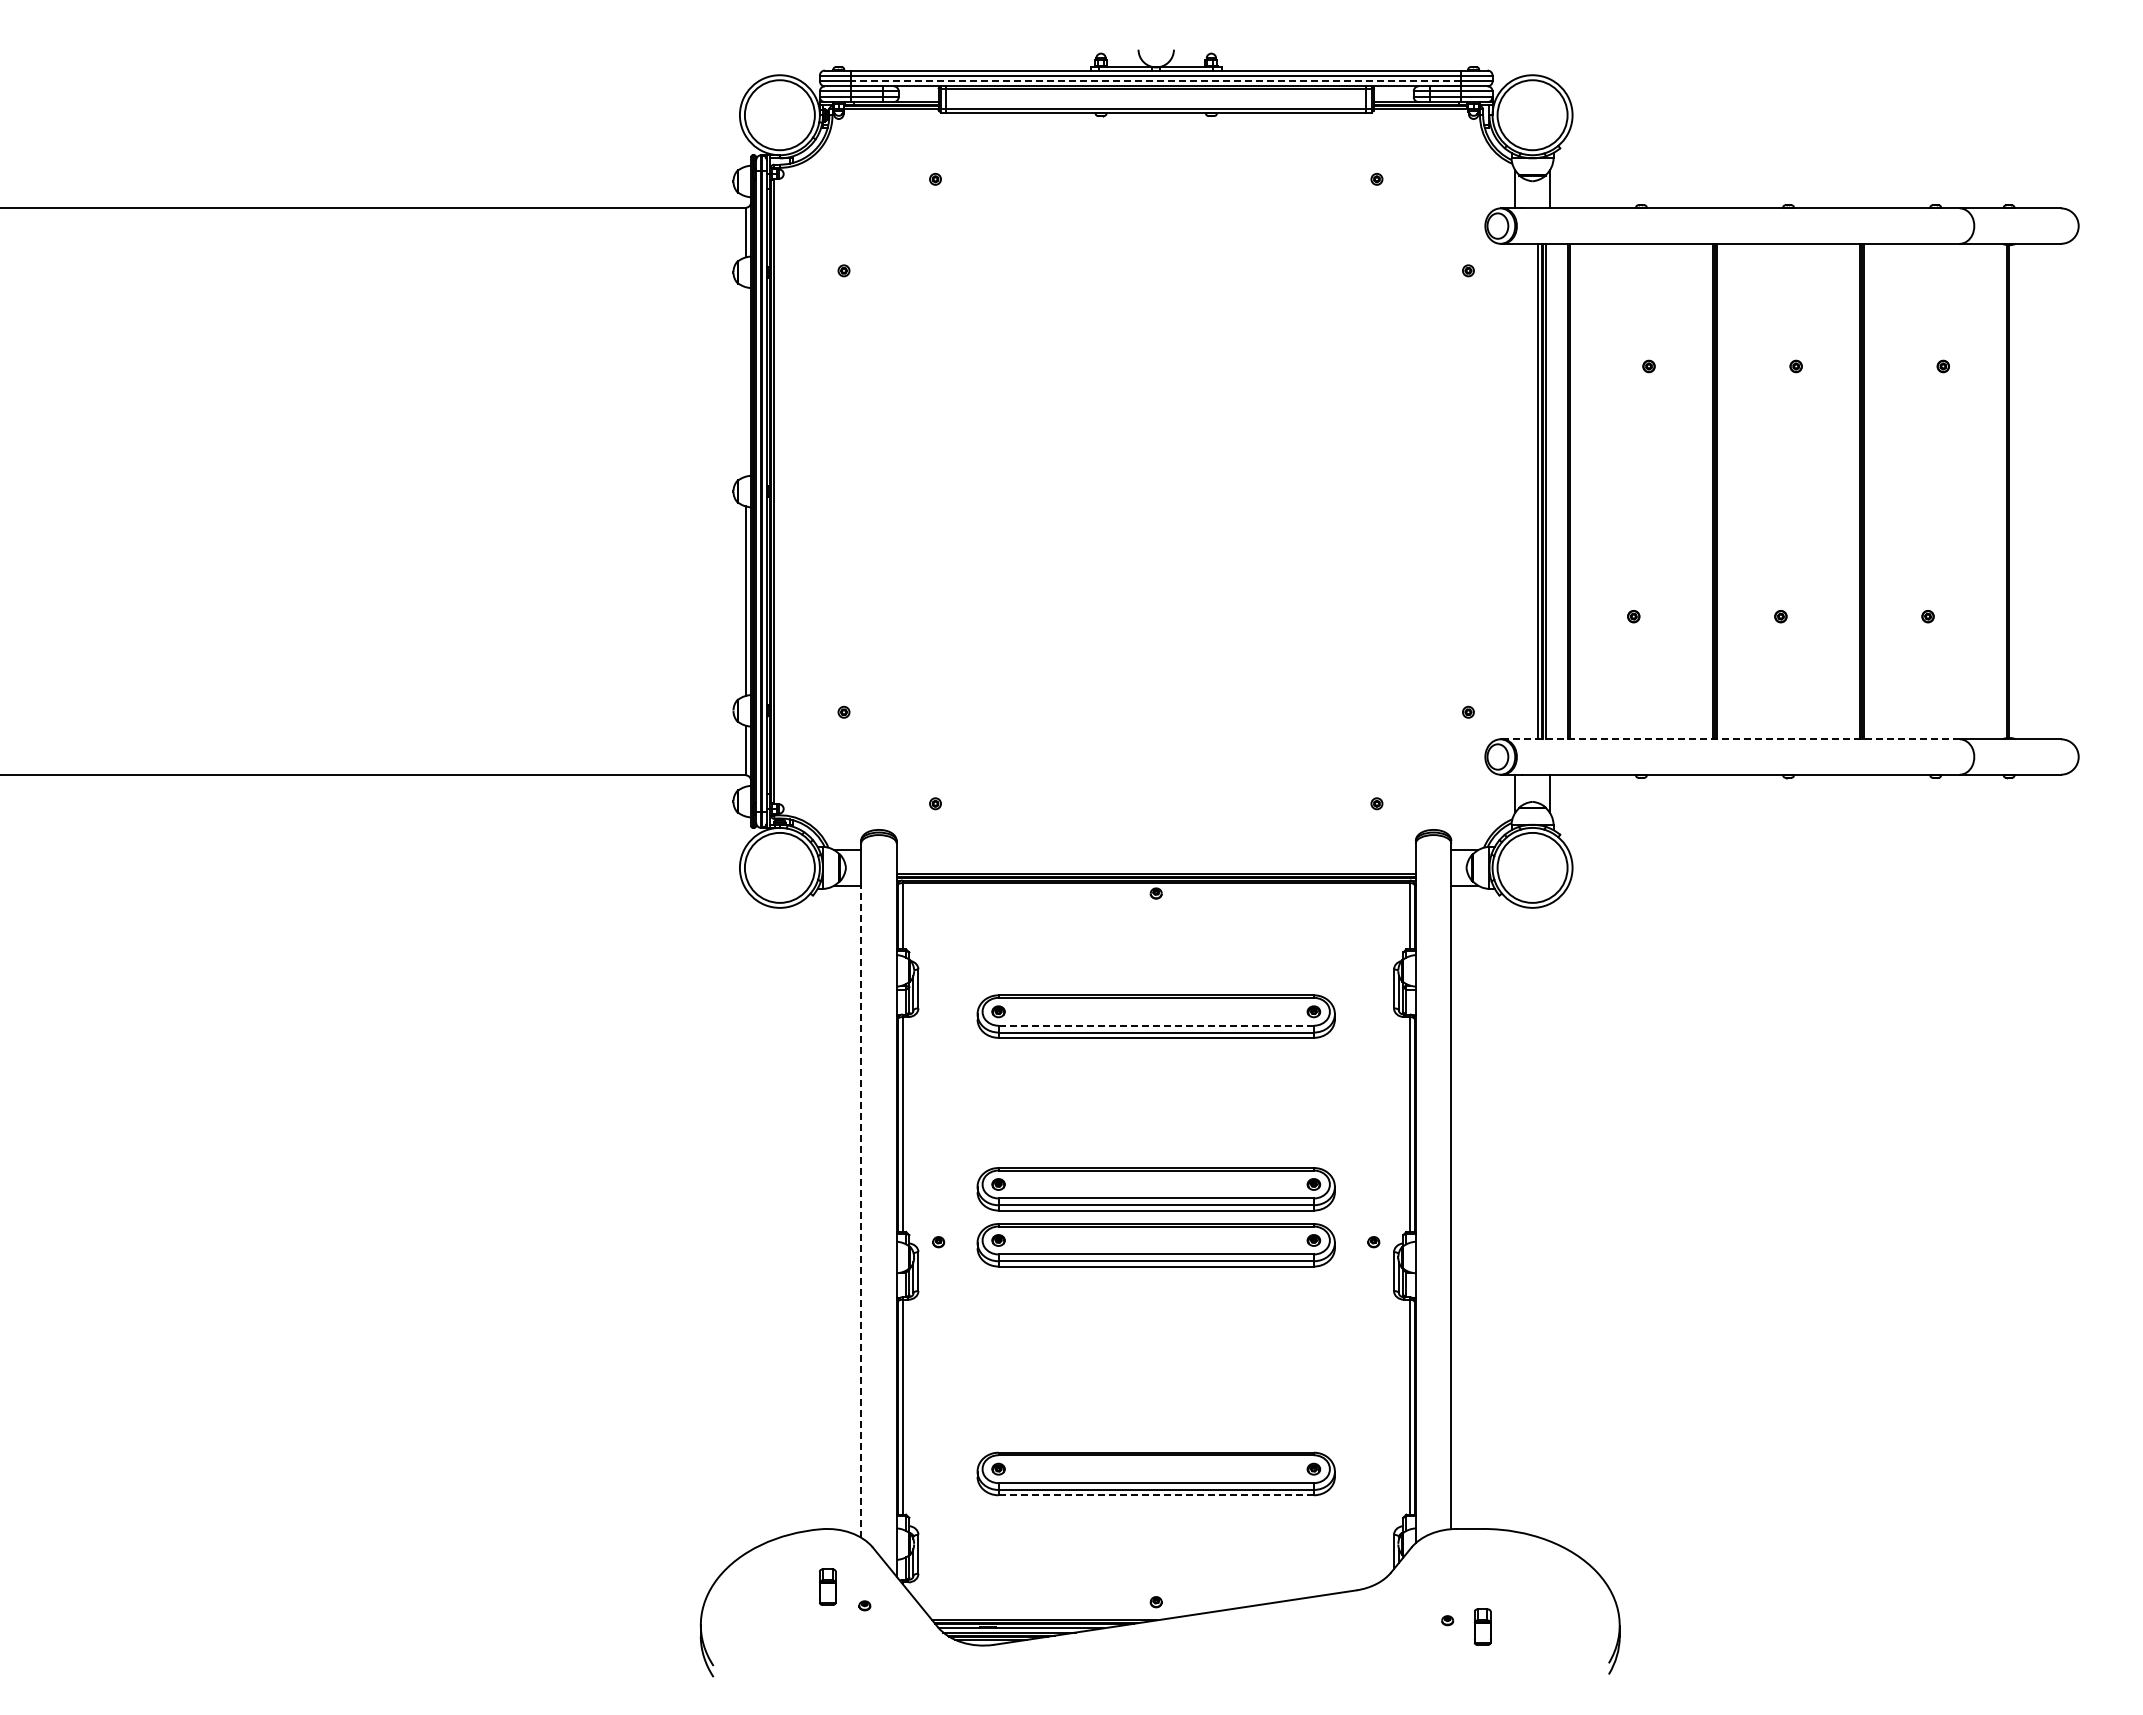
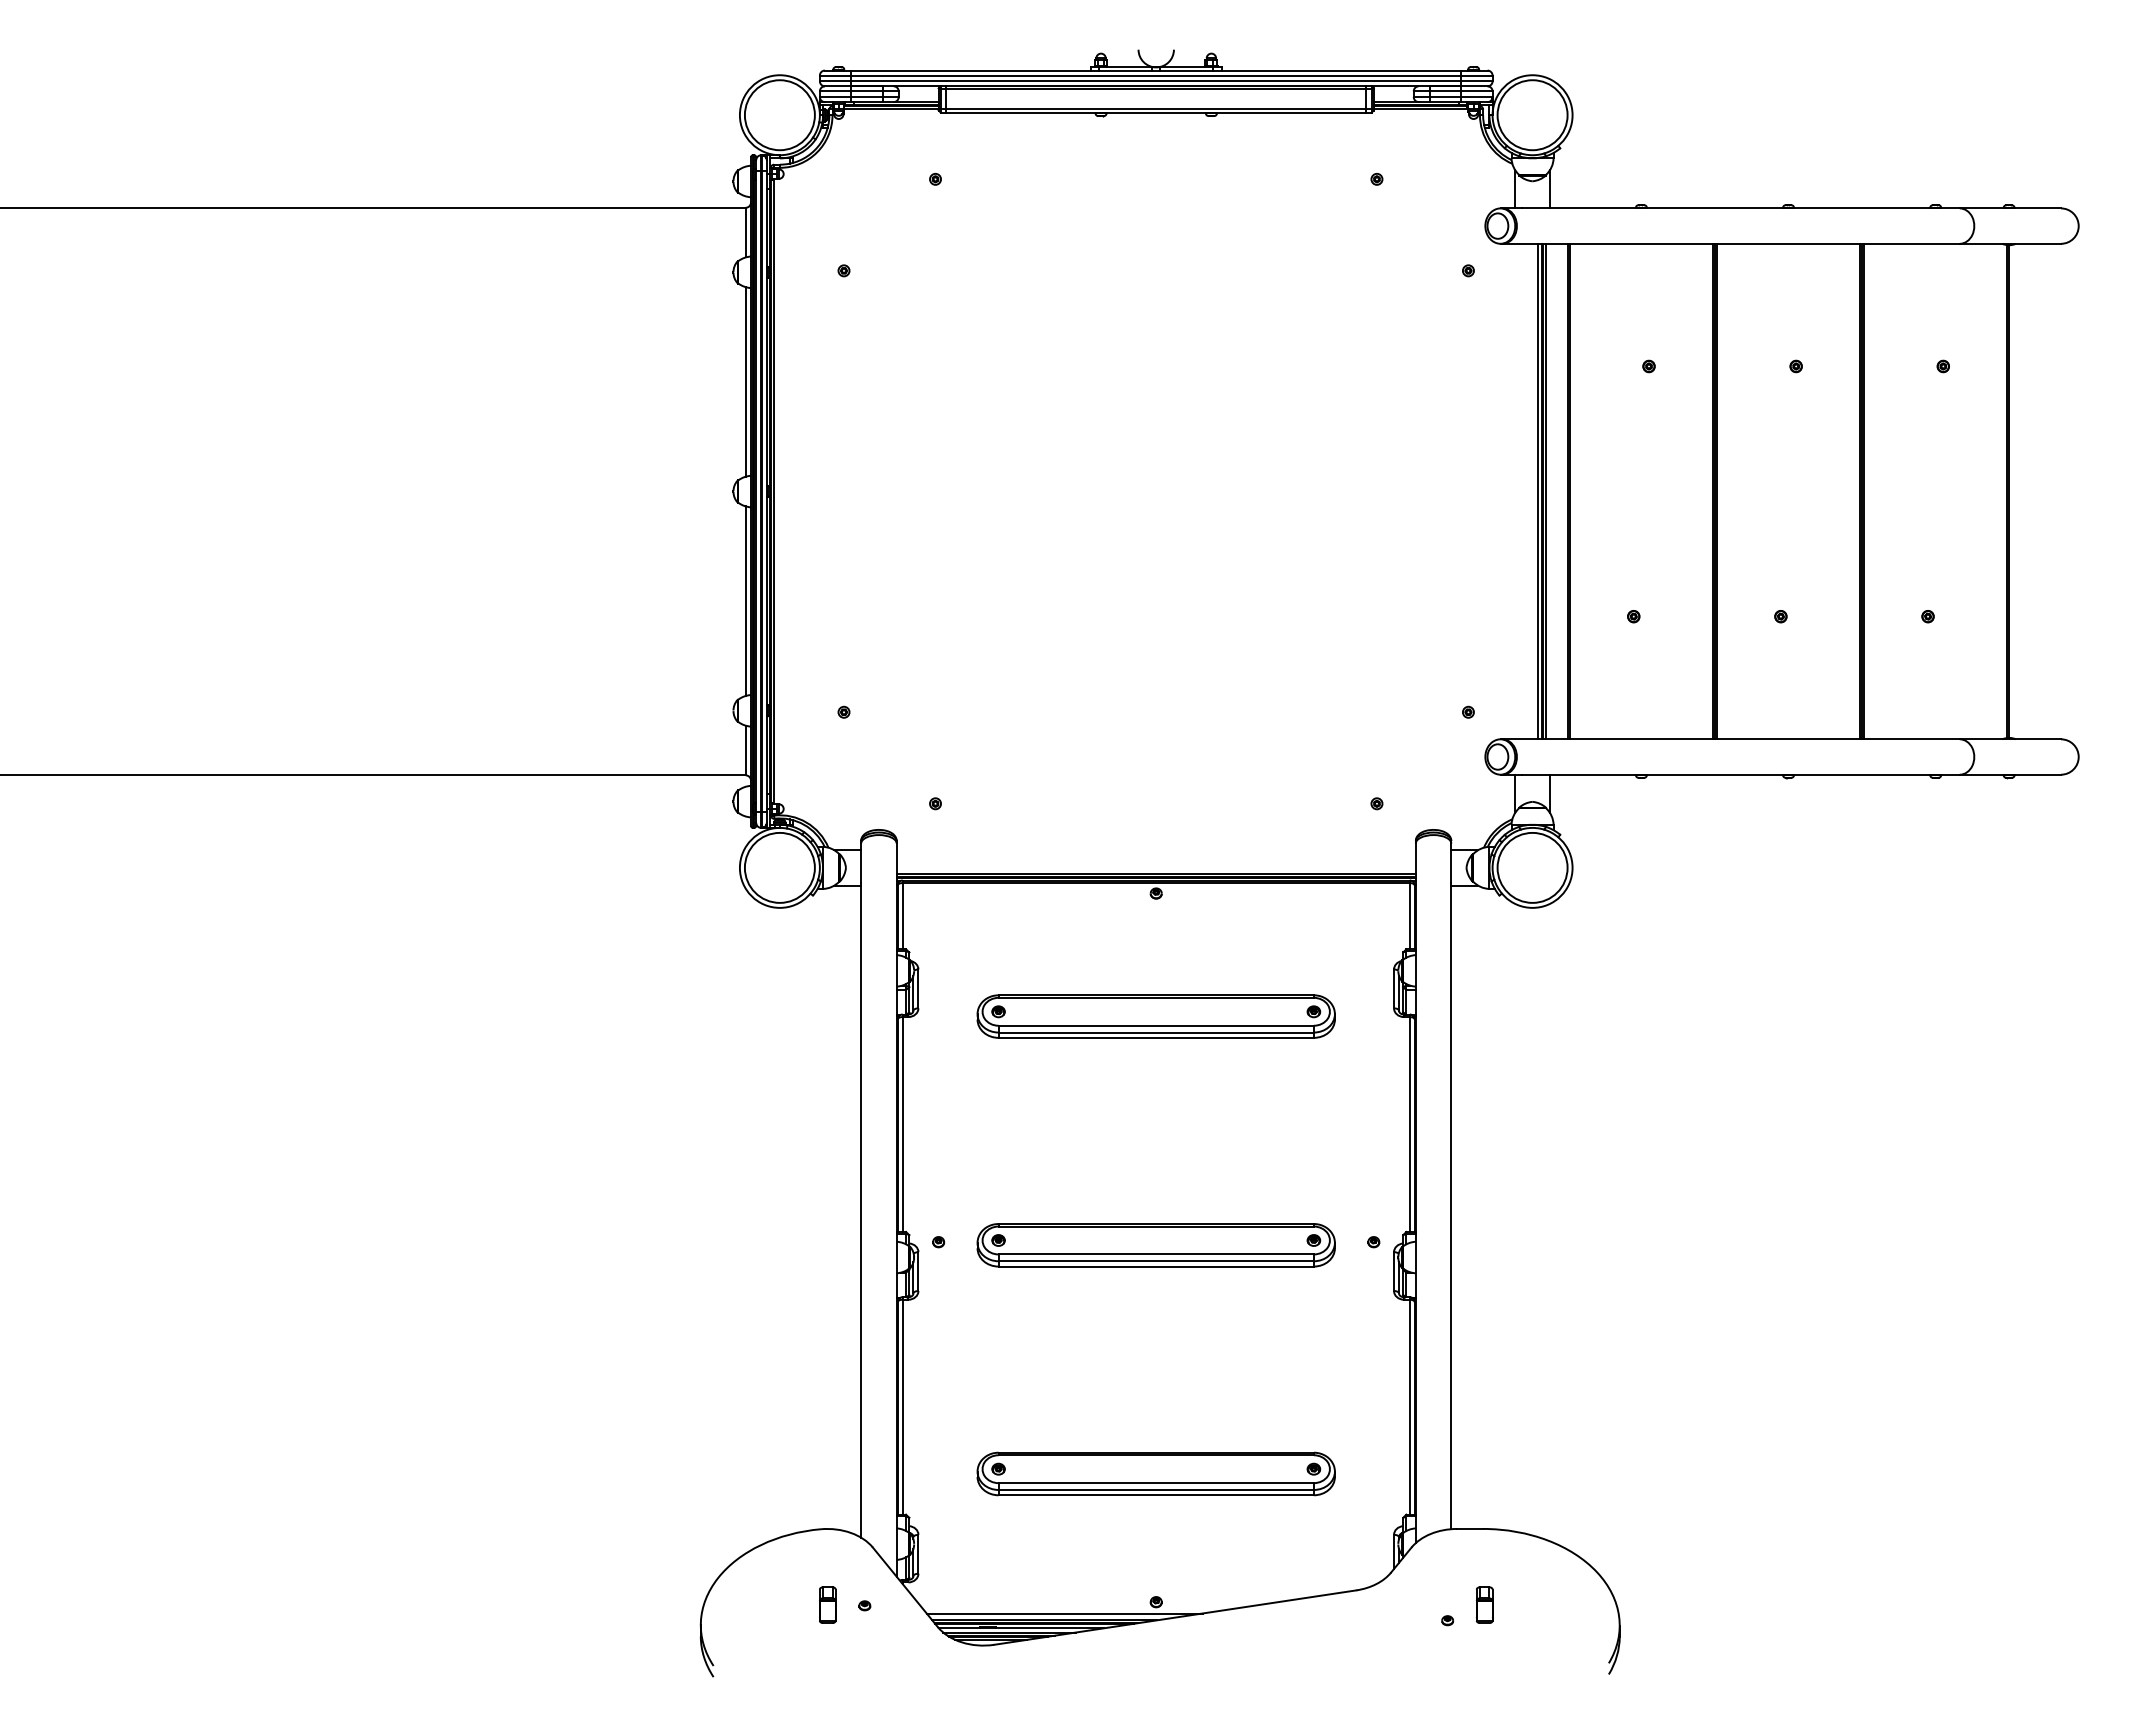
line at (1156, 81): dashed -> solid
line at (745, 381): none -> present
line at (1731, 739): dashed -> solid
line at (1156, 1025): dashed -> solid
part at (1155, 1189): present -> none
line at (861, 1210): dashed -> solid
line at (1156, 1495): dashed -> solid
part at (827, 1586) position: (827, 1586) -> (827, 1604)
line at (1064, 1613): none -> present
part at (1482, 1626) position: (1482, 1626) -> (1484, 1604)
